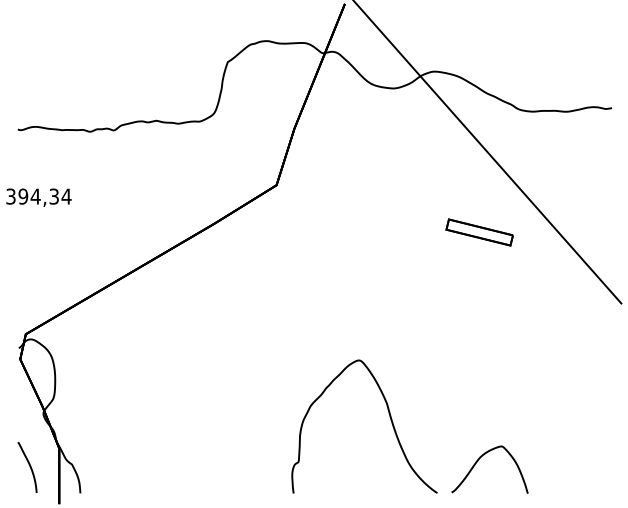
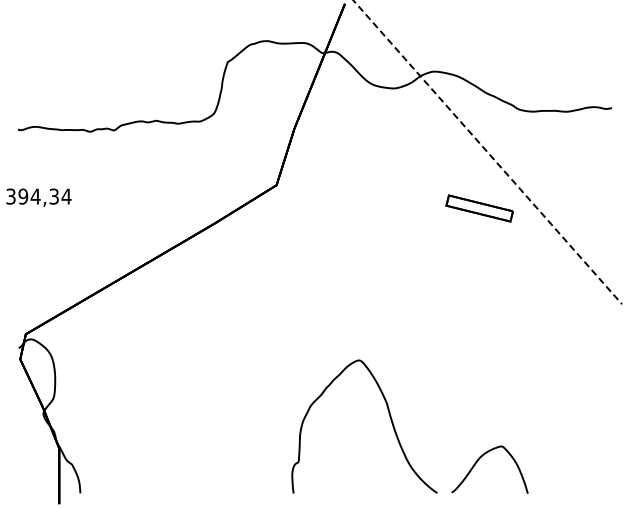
line at (487, 152): solid -> dashed
part at (479, 232) position: (479, 232) -> (479, 208)
part at (27, 467): present -> none
